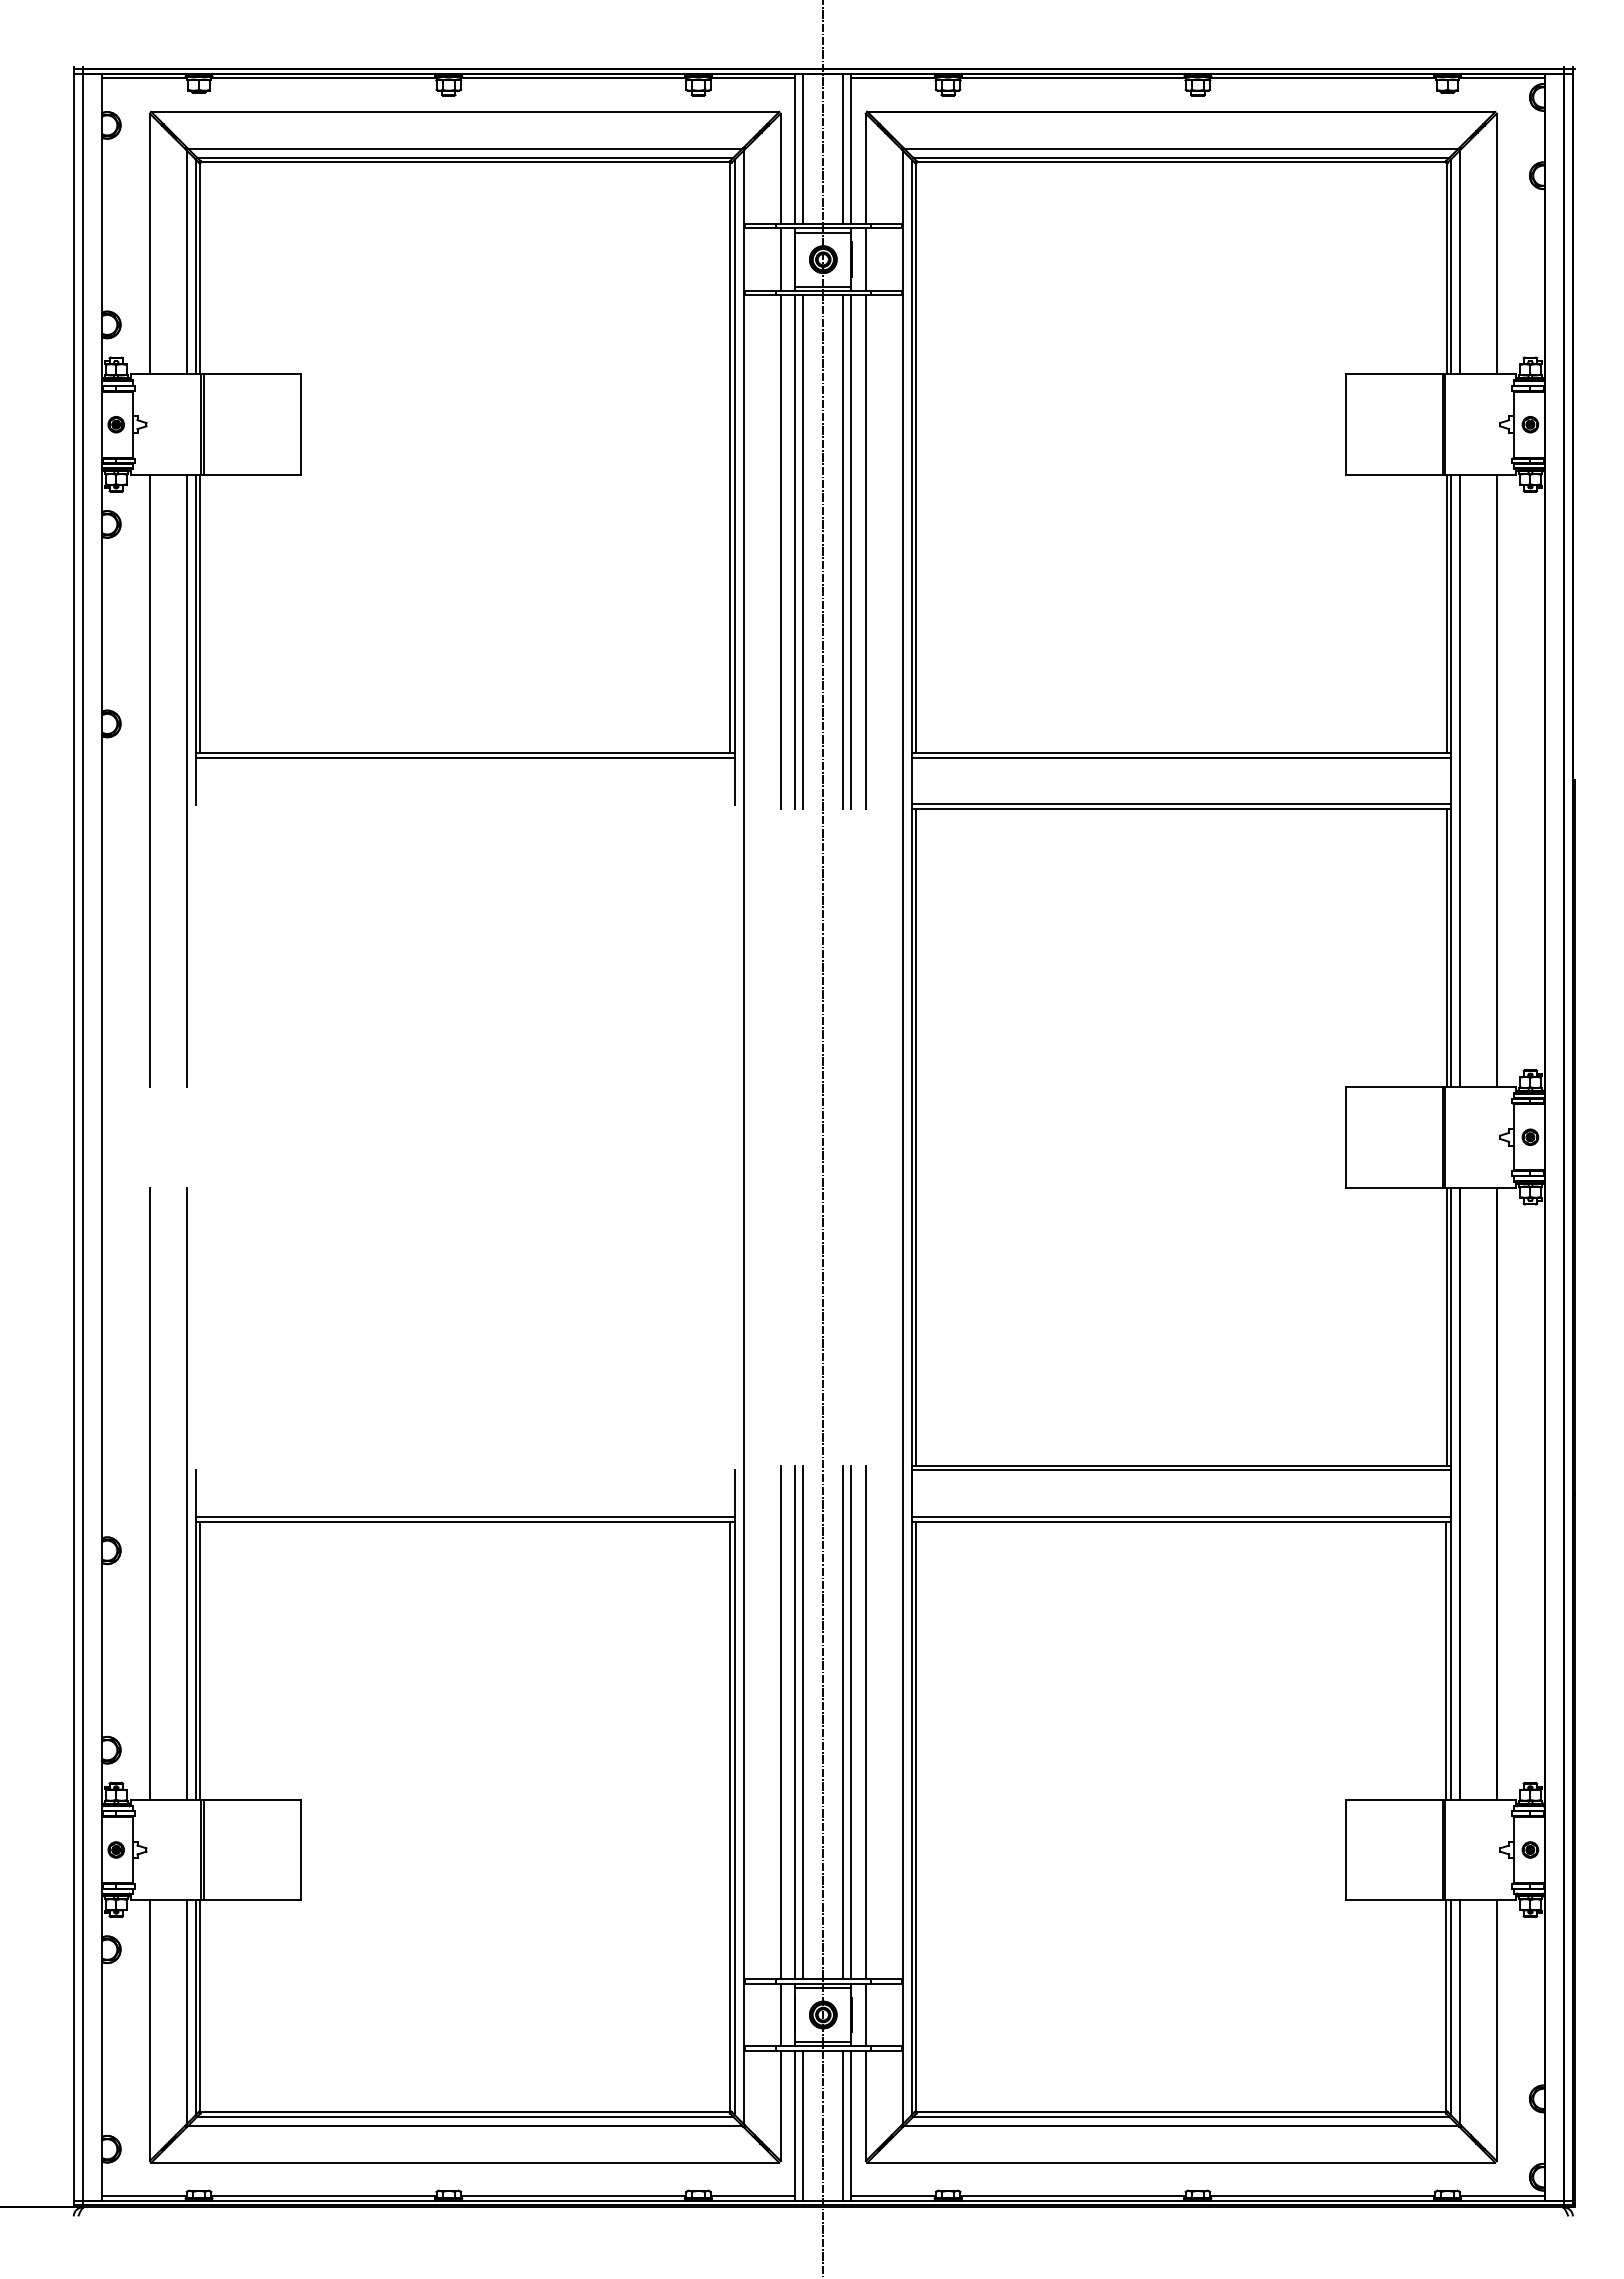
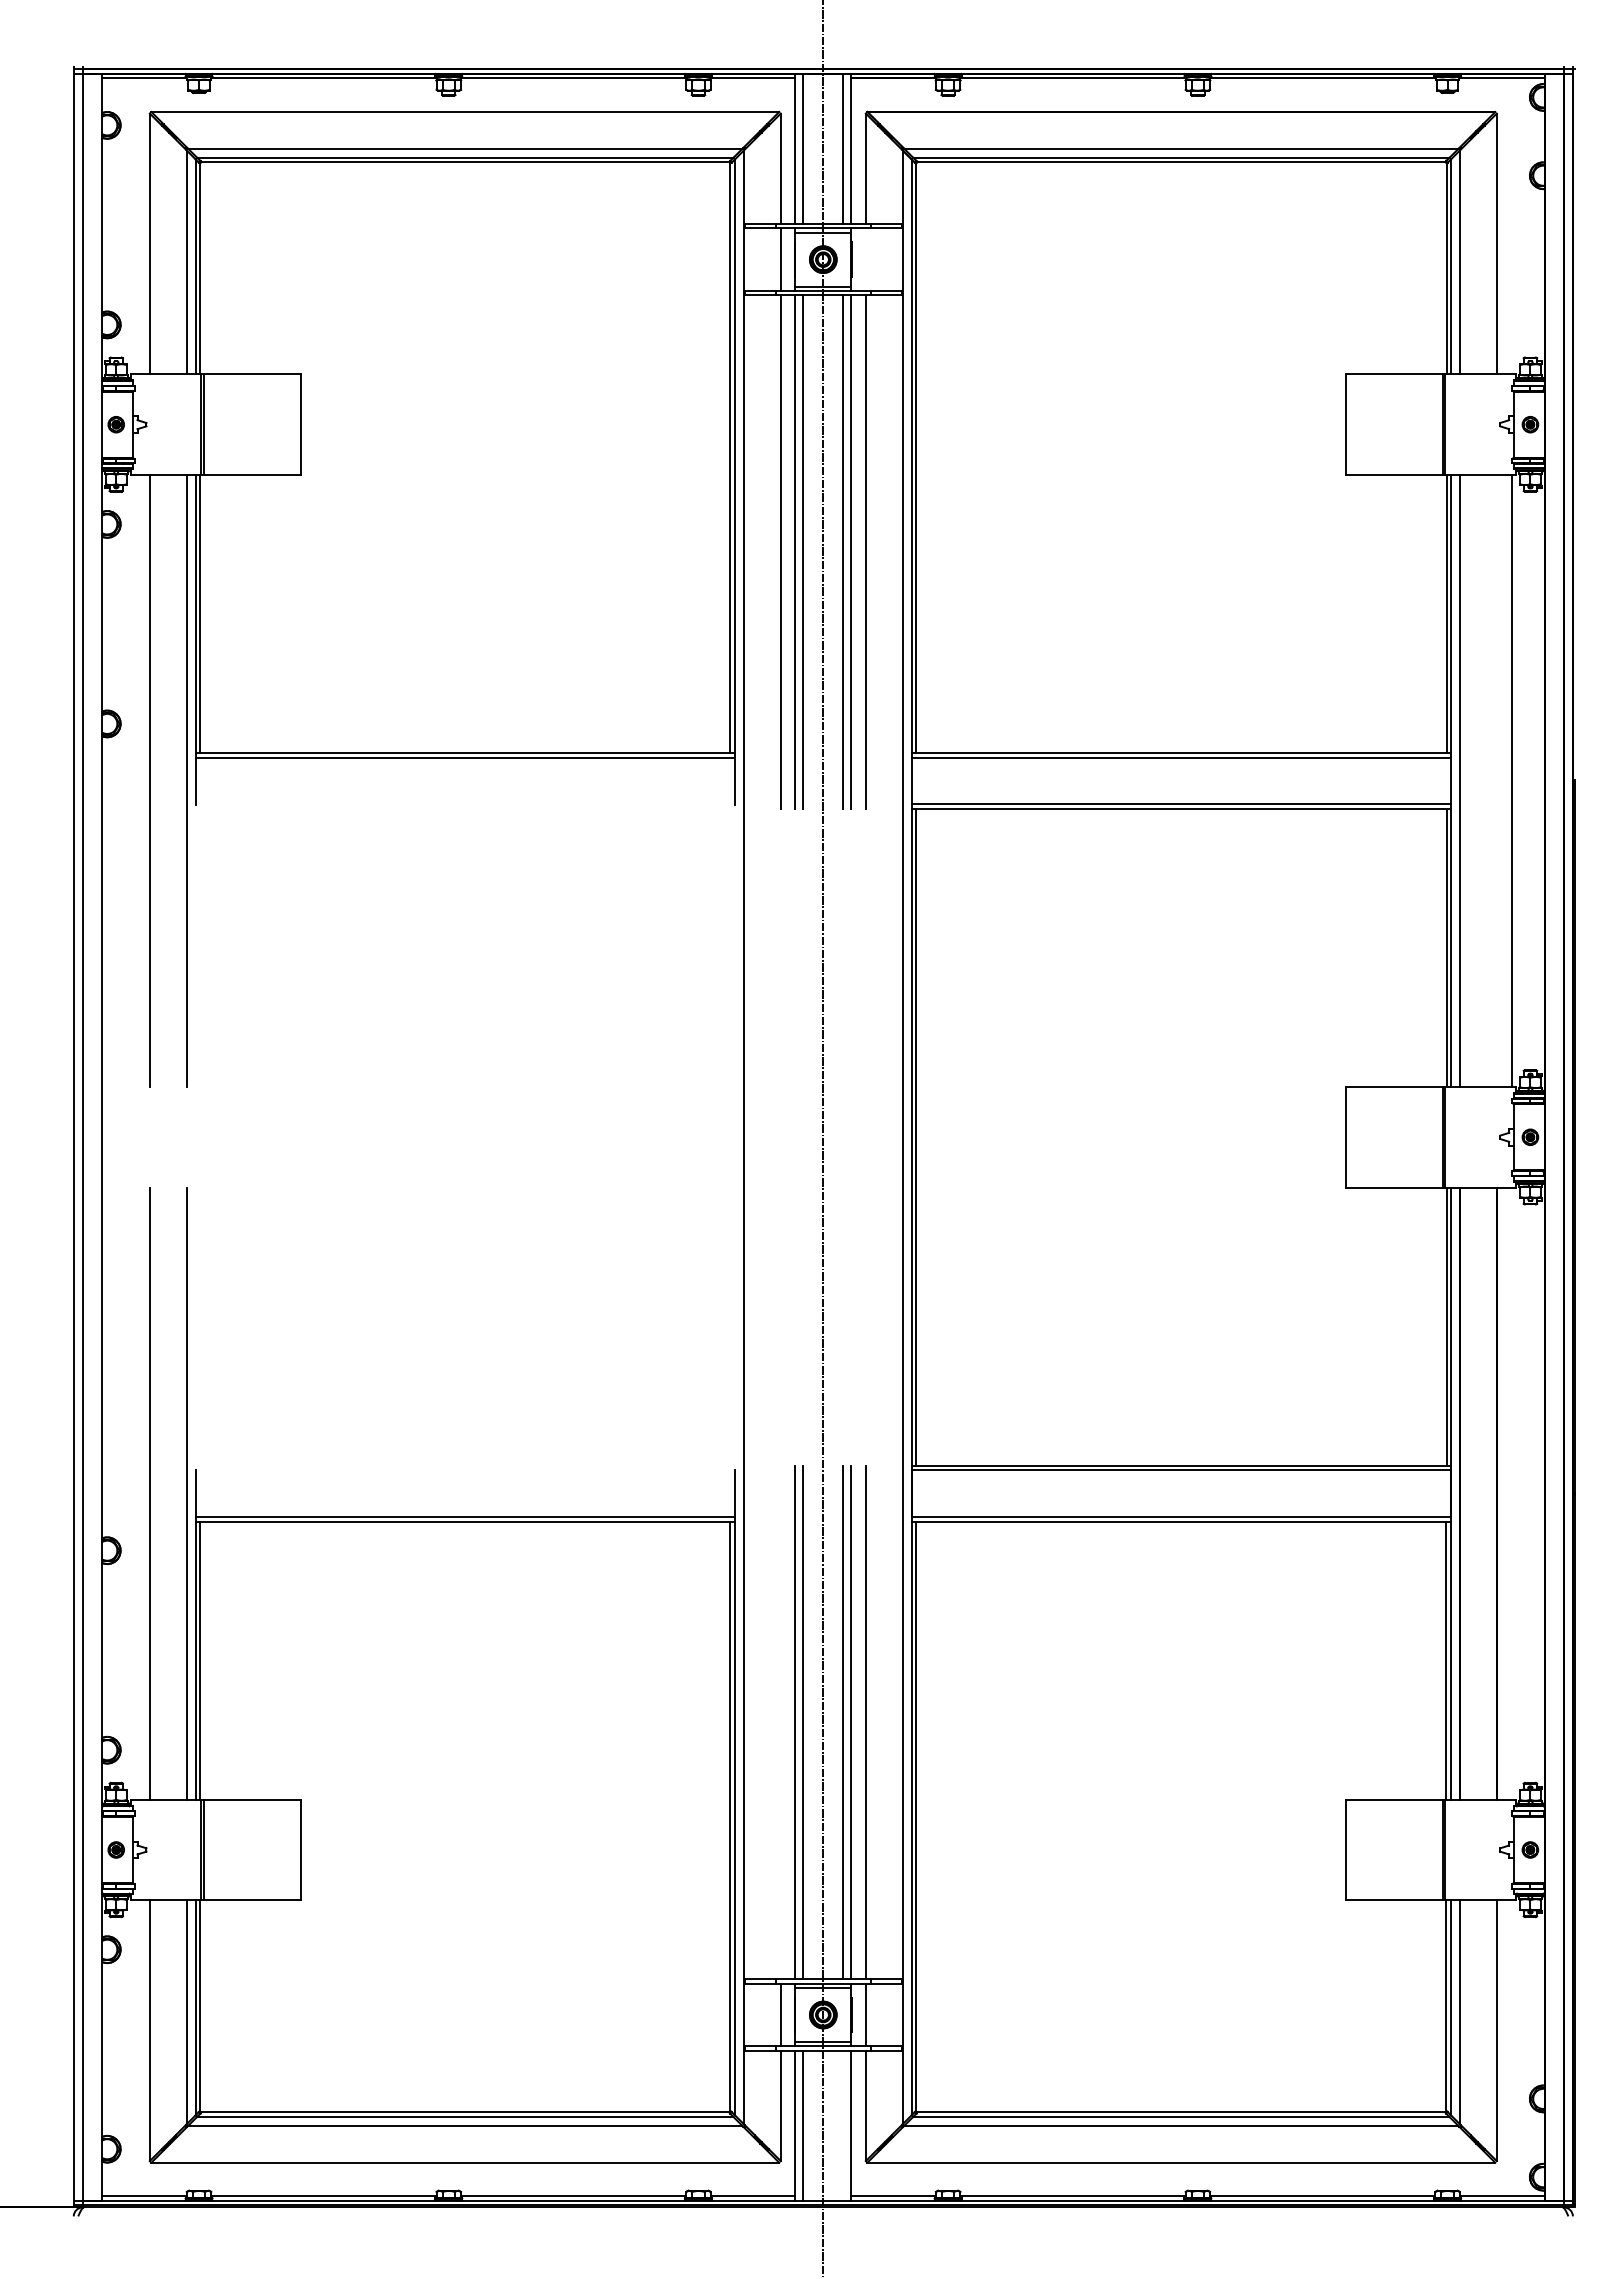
line at (865, 259): present -> none
line at (1496, 780) position: (1496, 780) -> (1511, 780)
line at (780, 1722): present -> none
line at (843, 2125): present -> none
